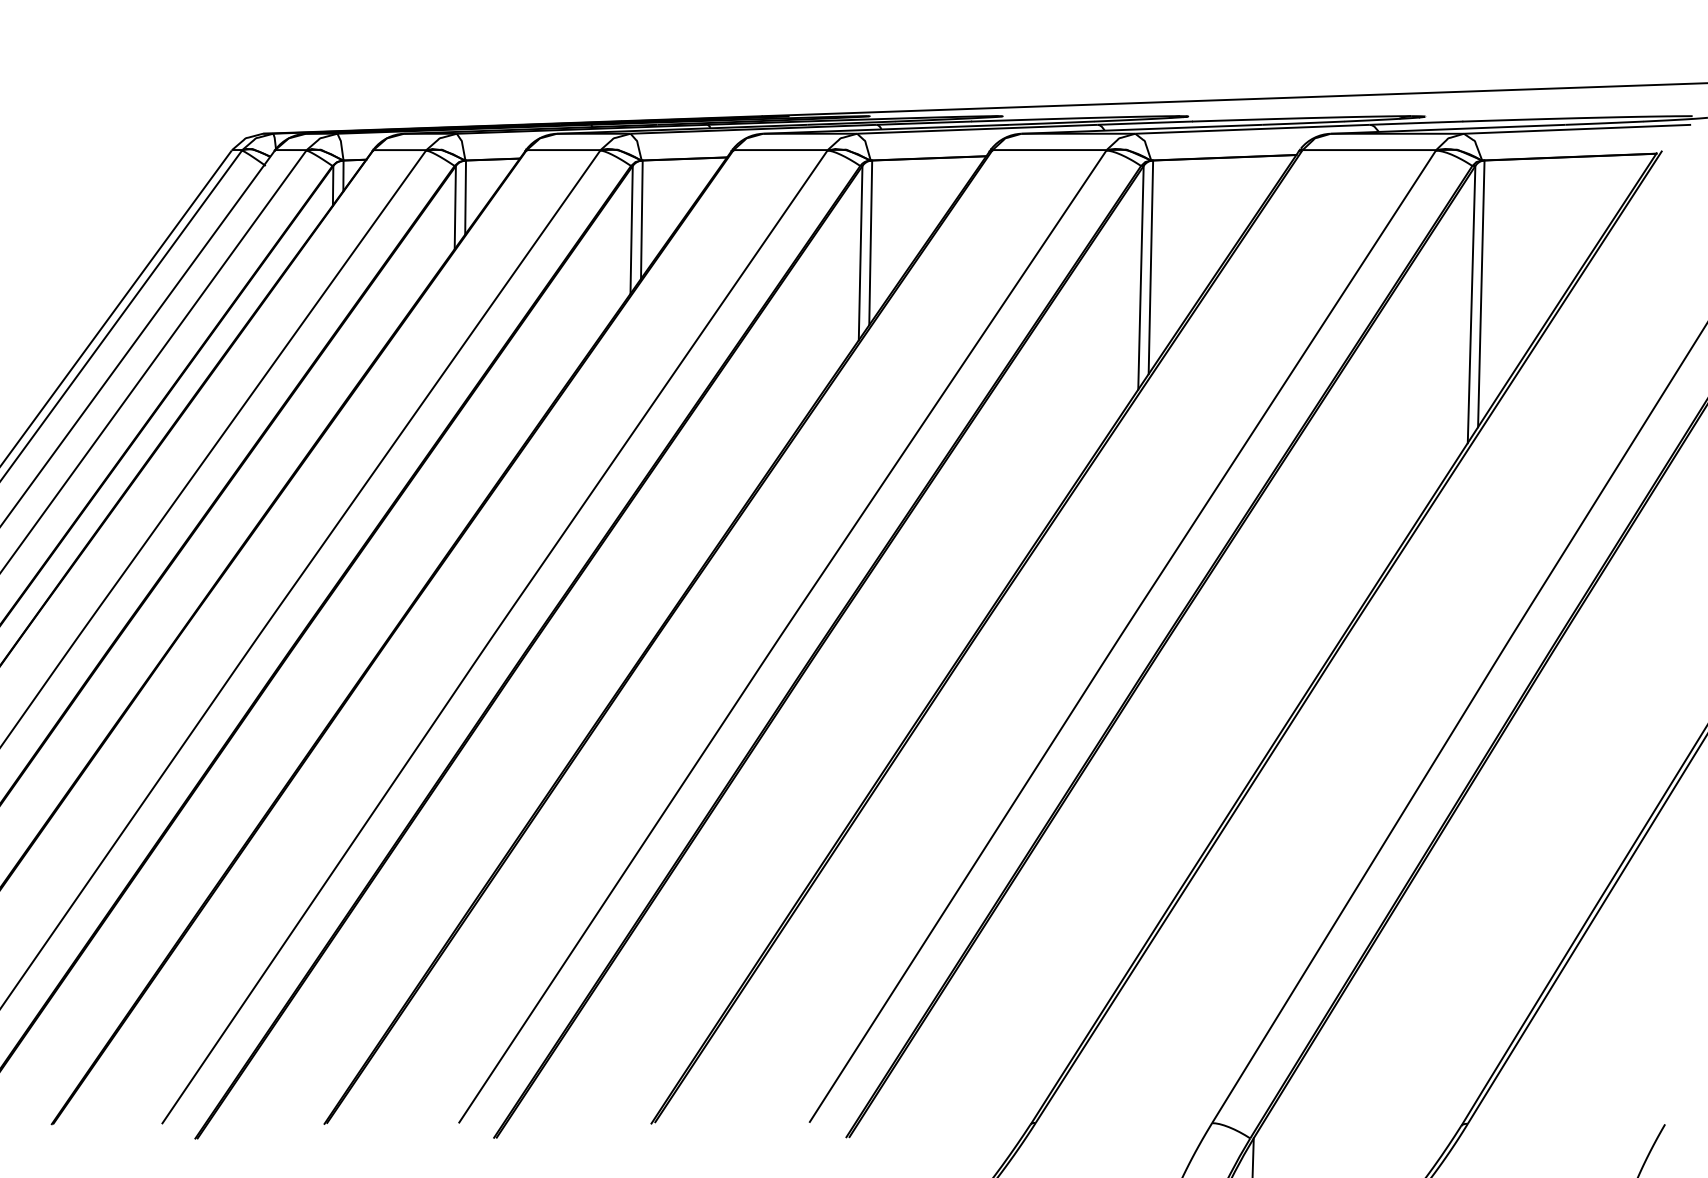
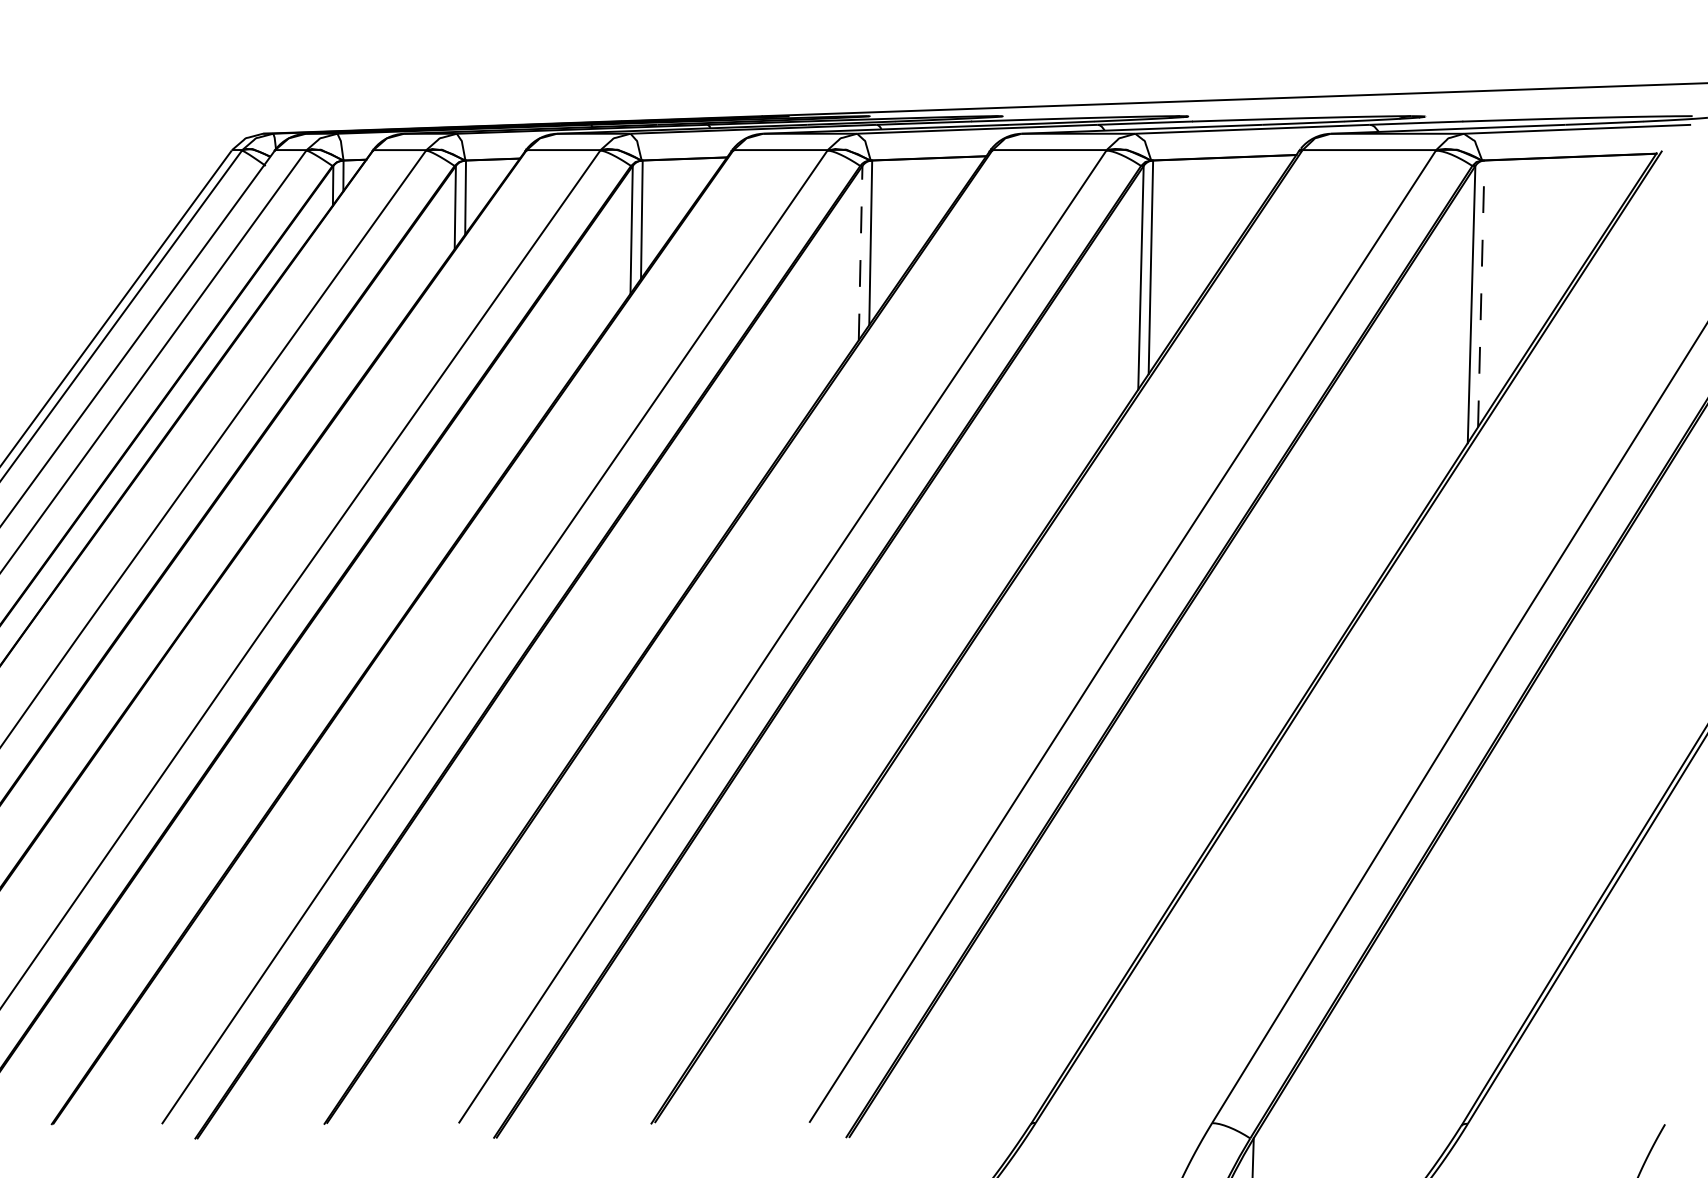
line at (860, 252): solid -> dashed
line at (1481, 293): solid -> dashed
